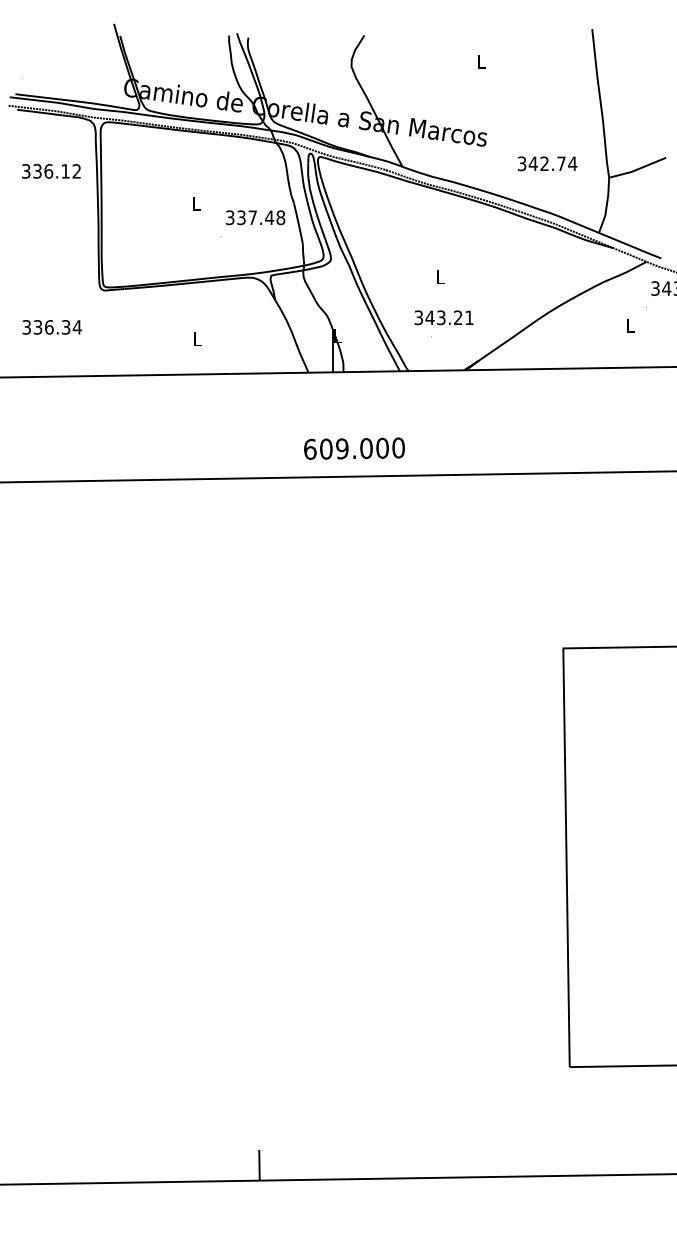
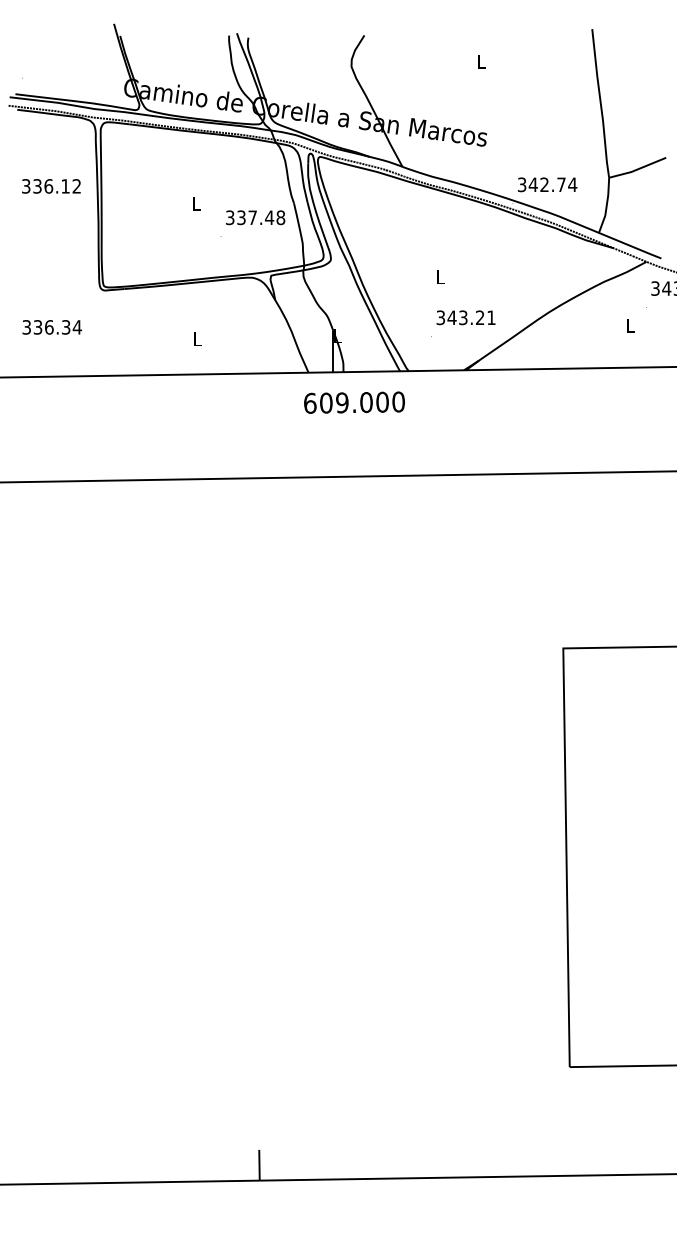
text at (547, 163) position: (547, 163) -> (547, 184)
text at (51, 171) position: (51, 171) -> (51, 186)
text at (443, 317) position: (443, 317) -> (465, 317)
text at (354, 448) position: (354, 448) -> (354, 402)
